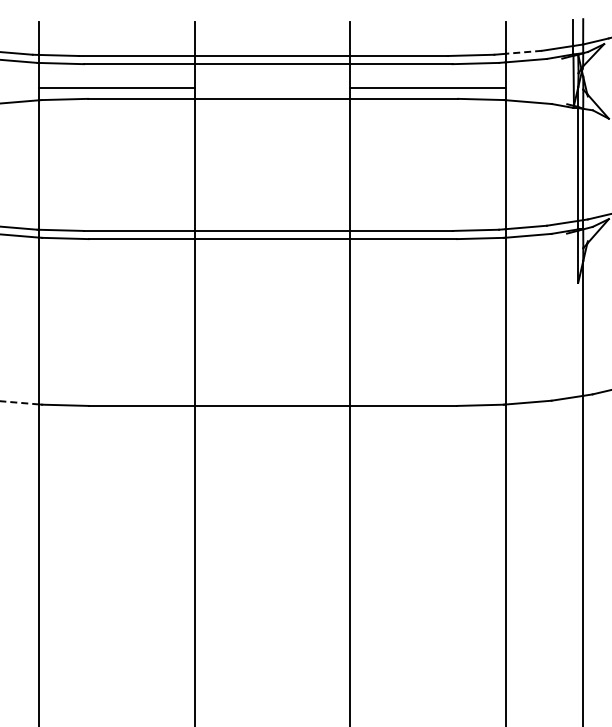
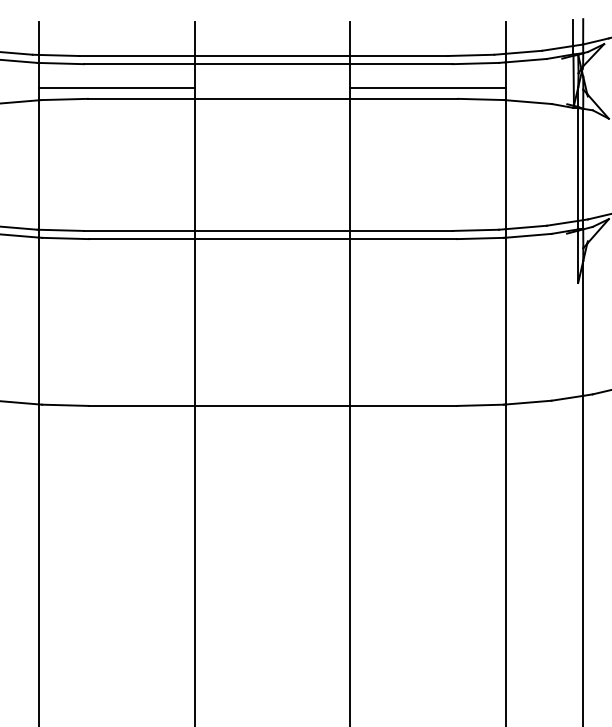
line at (523, 52): dashed -> solid
line at (19, 402): dashed -> solid
